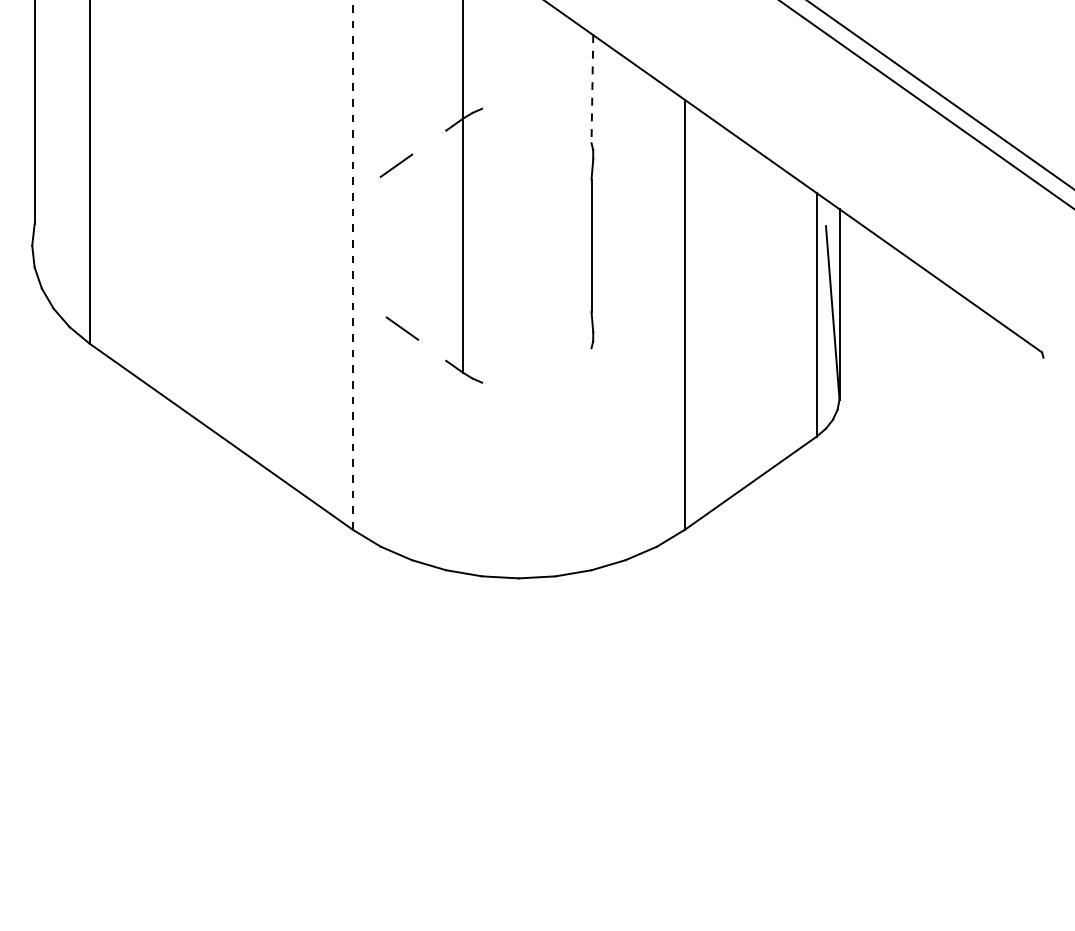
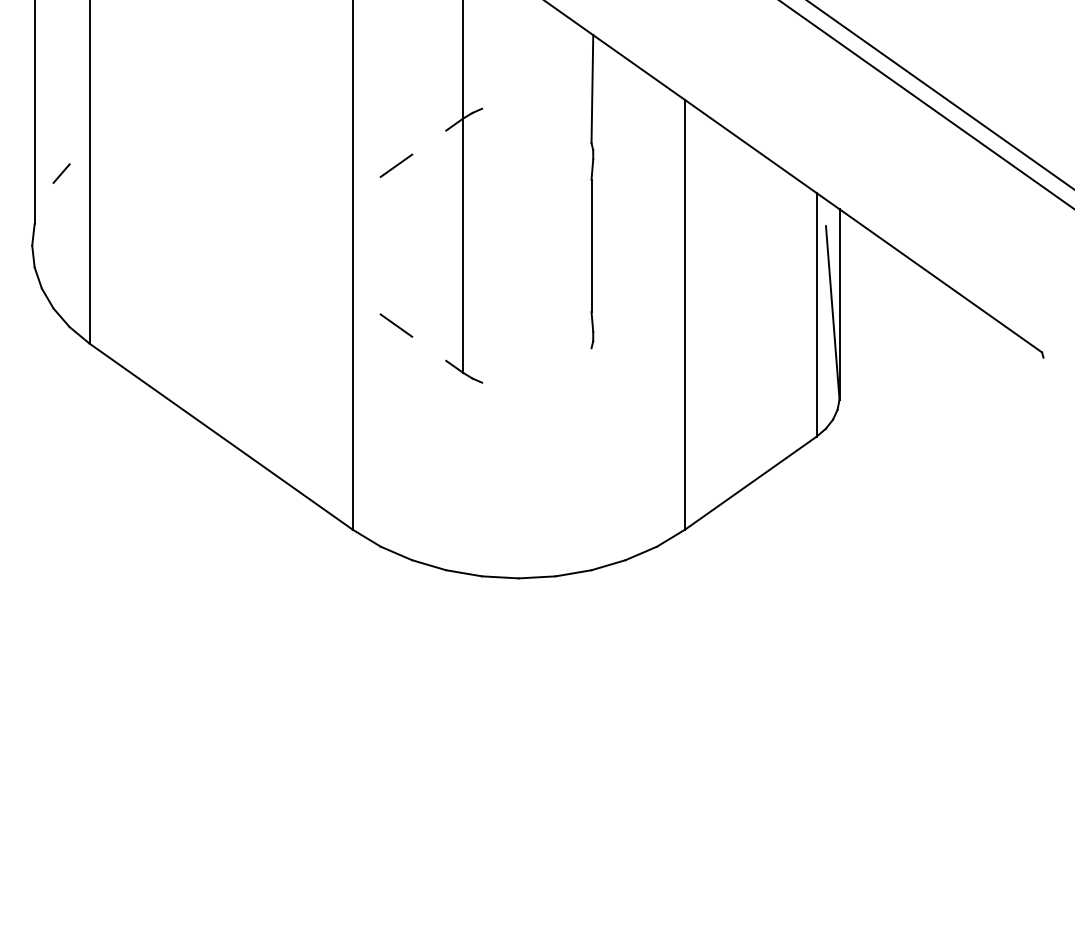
line at (592, 89): dashed -> solid
line at (61, 173): none -> present
line at (352, 264): dashed -> solid
line at (402, 328) position: (402, 328) -> (396, 325)
